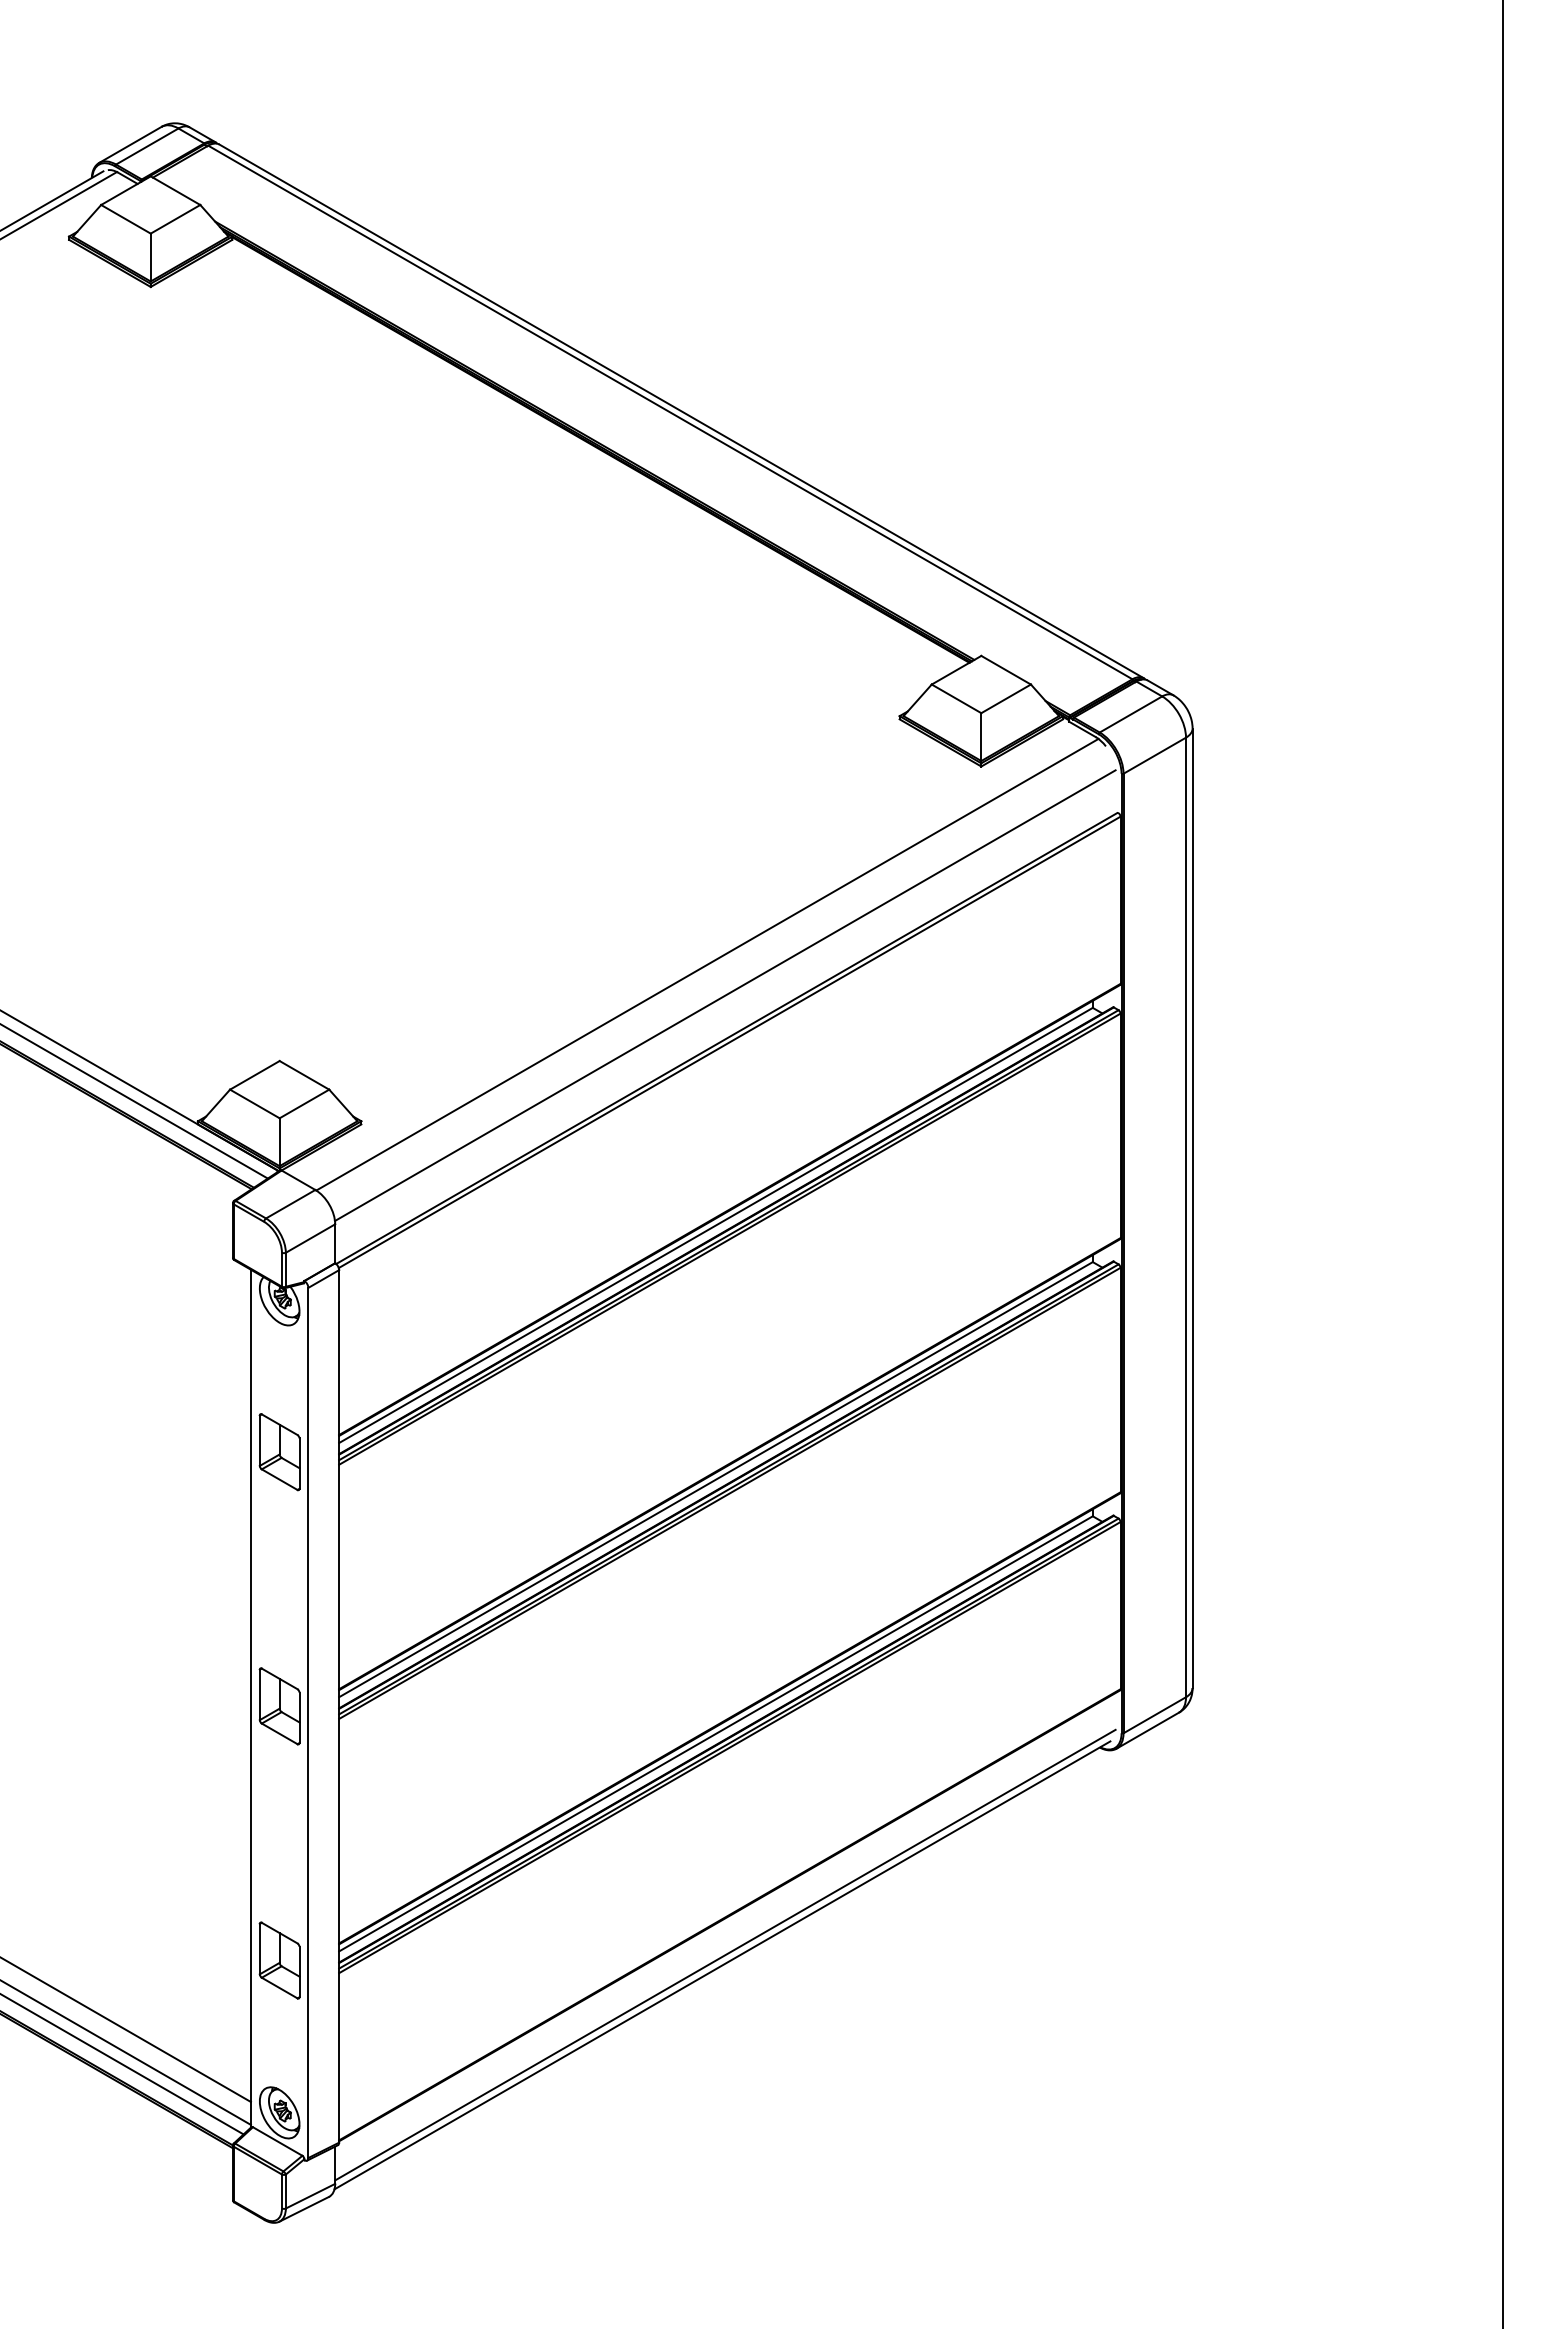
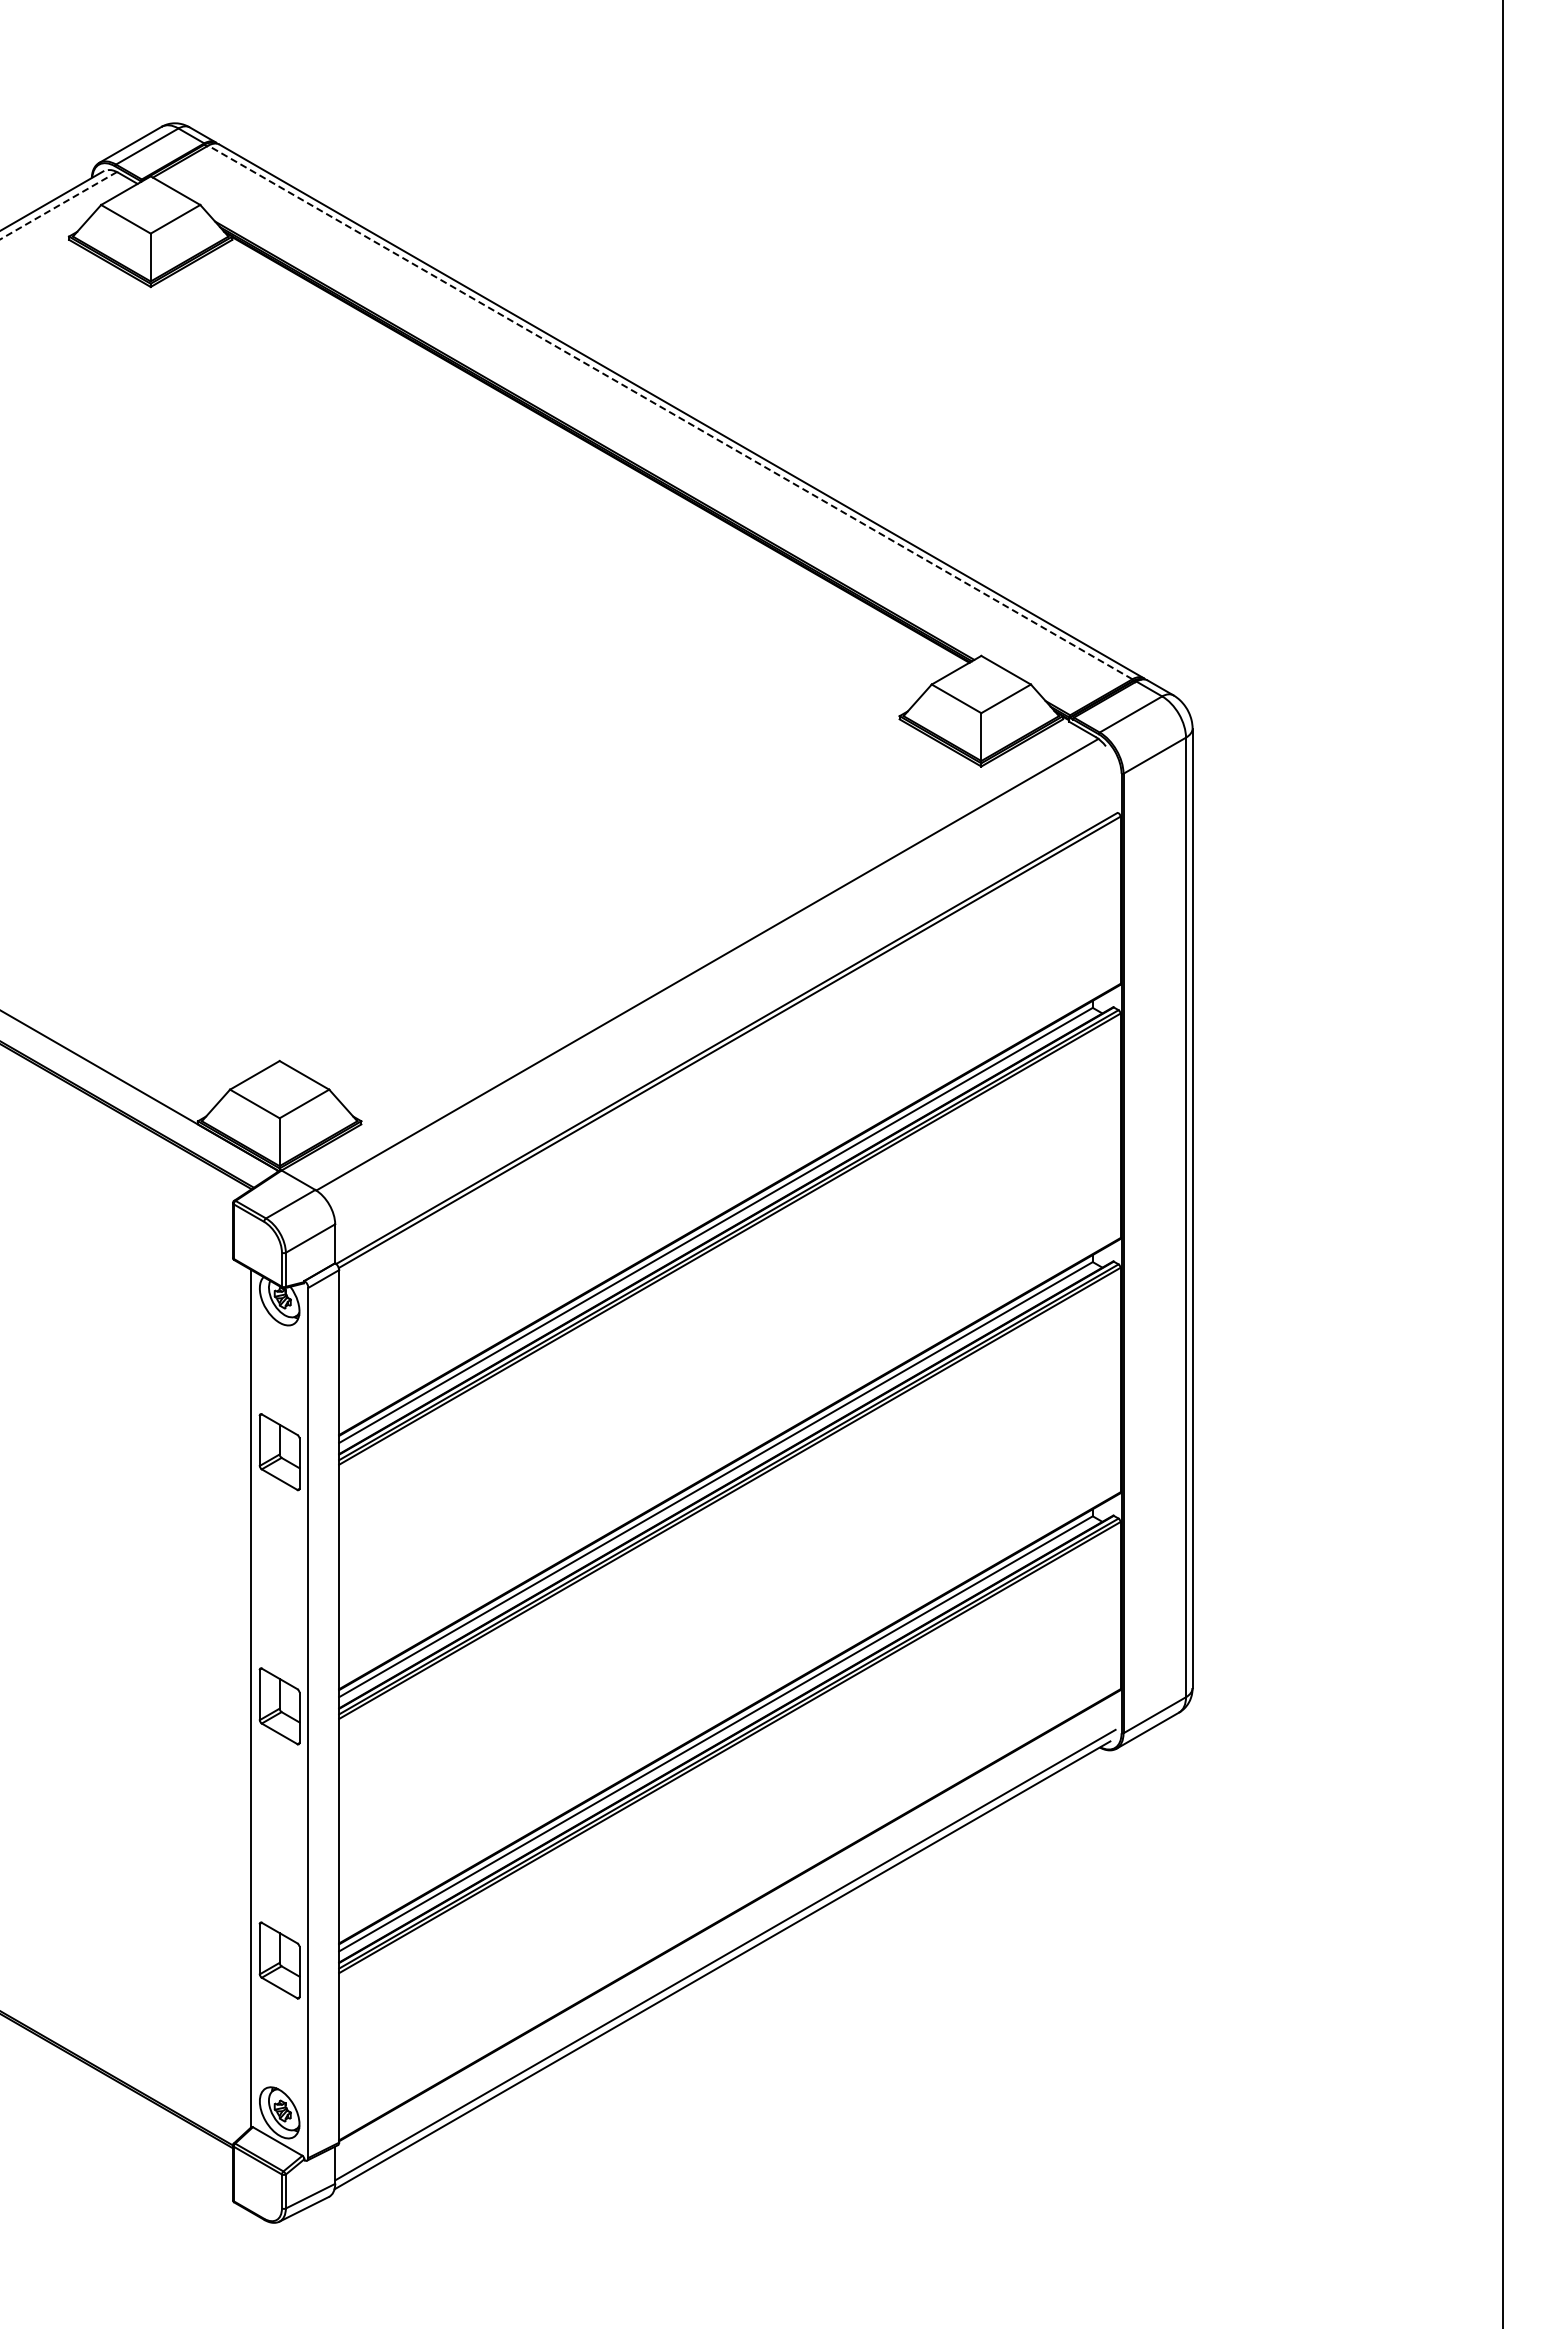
line at (58, 206): solid -> dashed
line at (670, 412): solid -> dashed
line at (725, 995): present -> none
line at (134, 1101): present -> none
line at (126, 2030): present -> none
line at (126, 2052): present -> none
line at (122, 2064): present -> none
